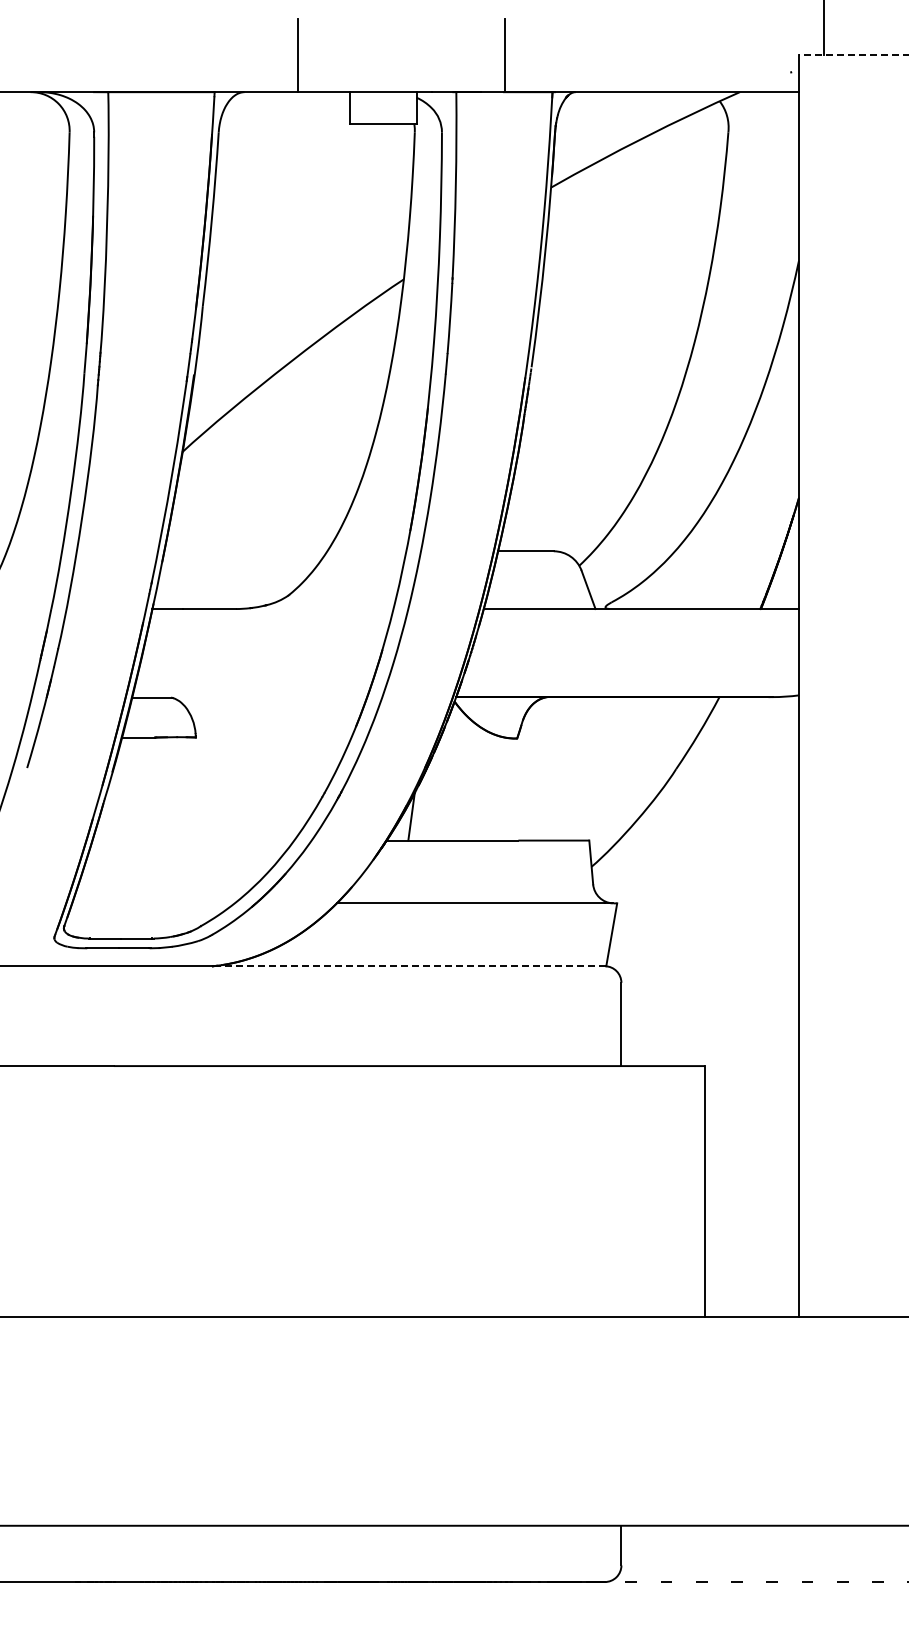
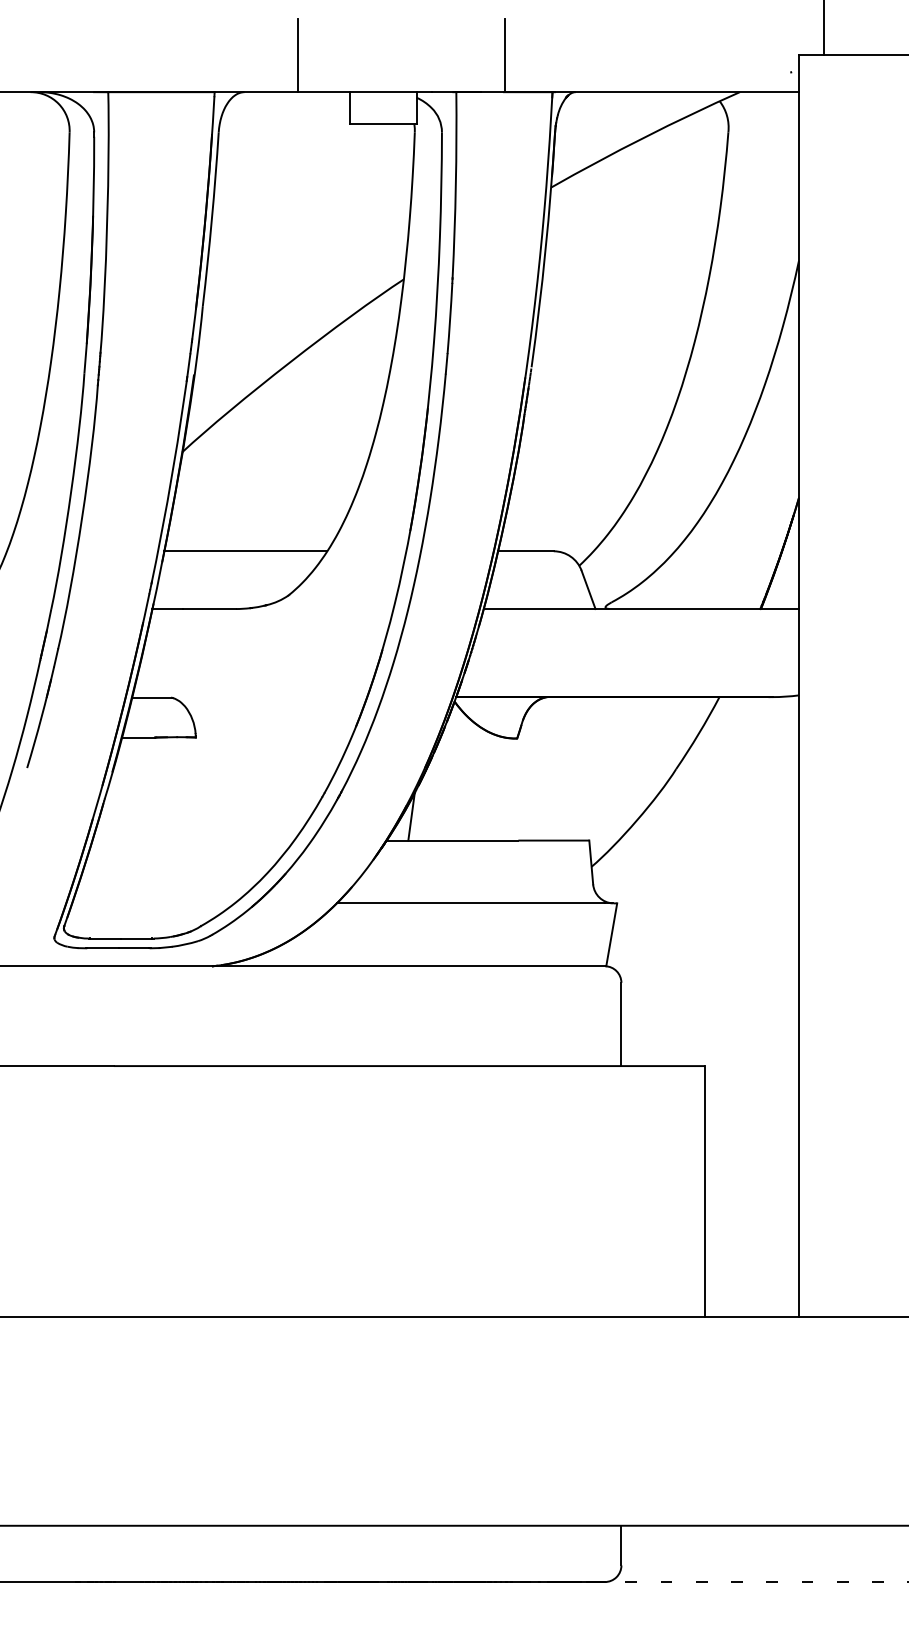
line at (853, 55): dashed -> solid
line at (245, 551): none -> present
line at (409, 966): dashed -> solid
